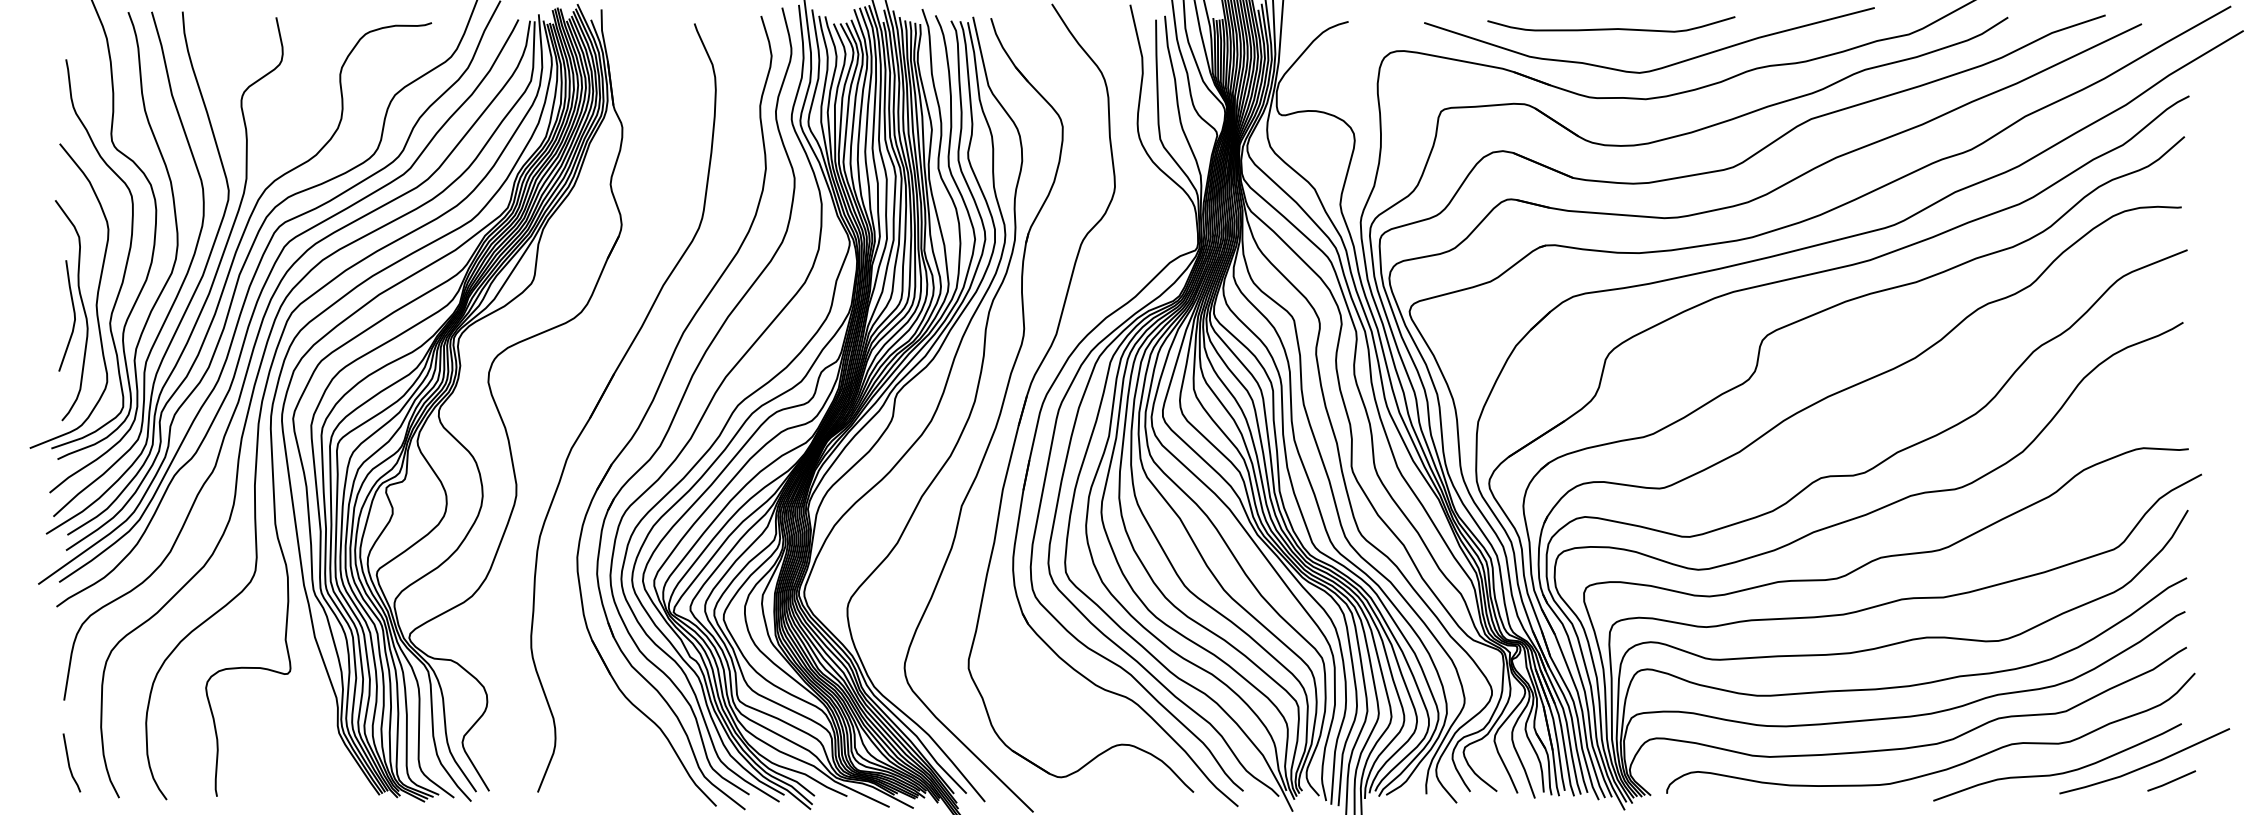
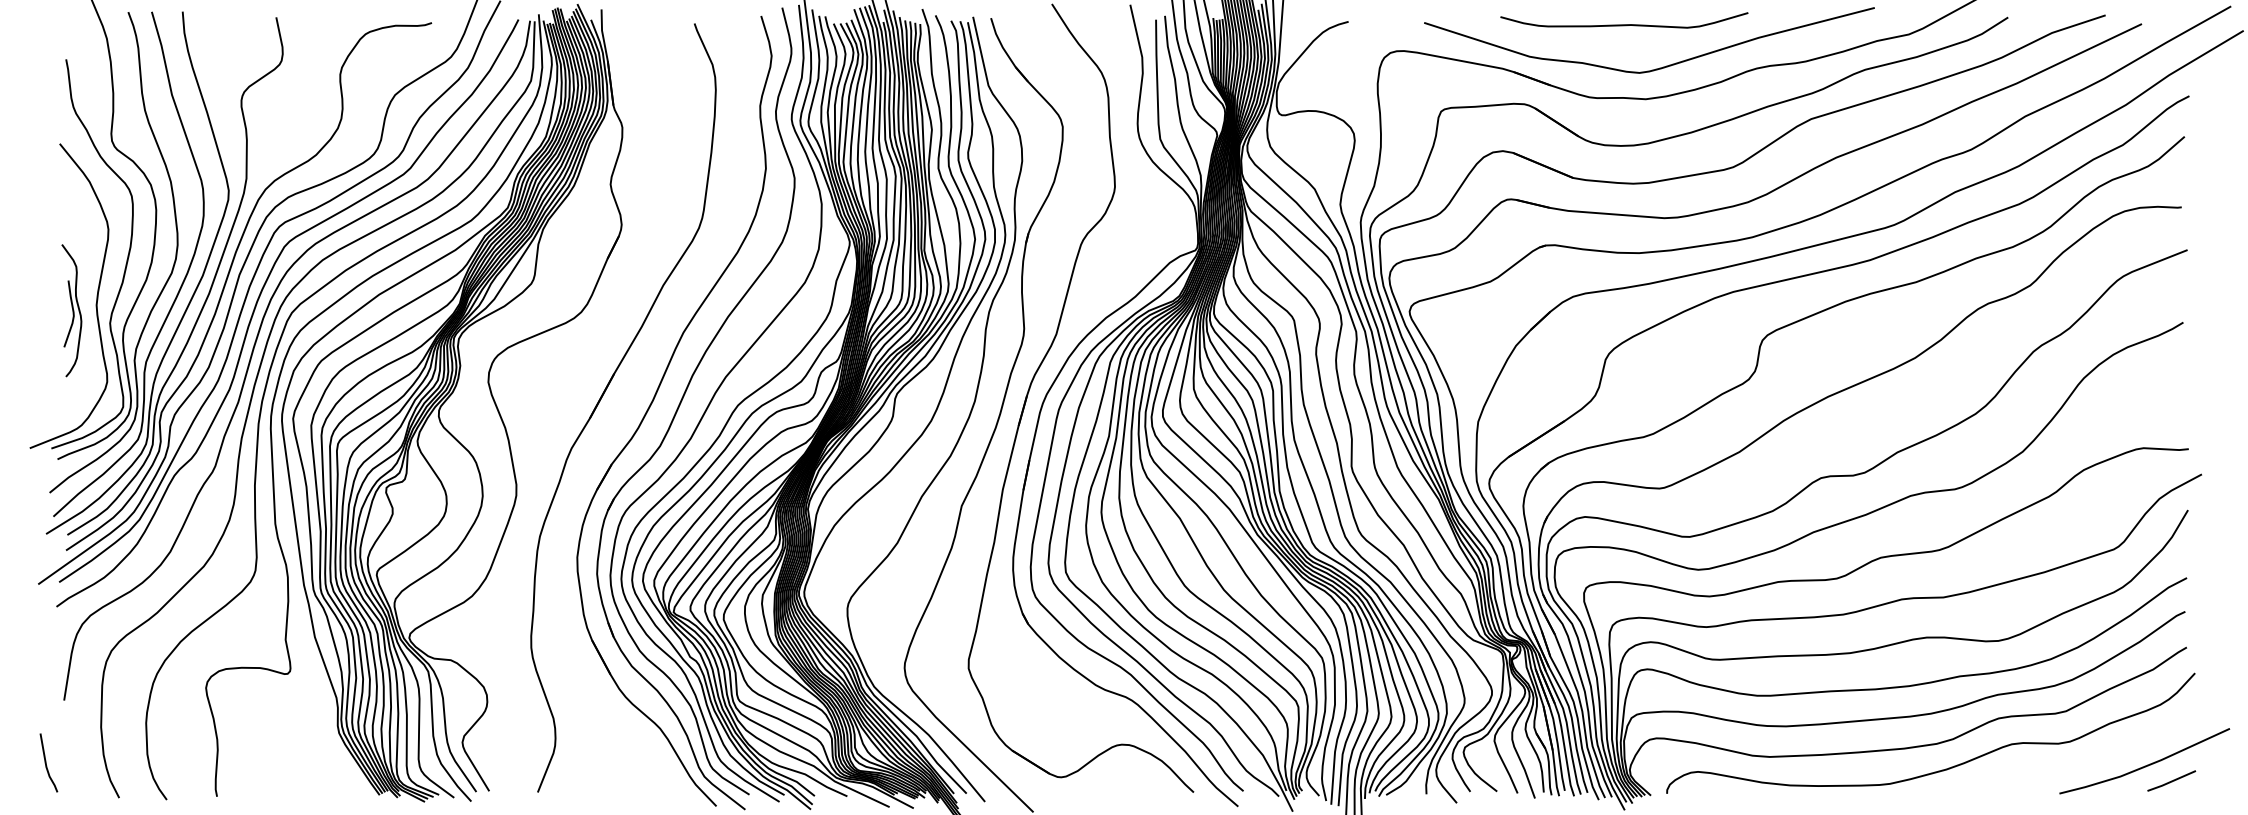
curve at (1611, 28) position: (1611, 28) -> (1624, 24)
part at (71, 310) size: 34x222 px -> 22x134 px
line at (69, 762) position: (69, 762) -> (46, 762)
curve at (2060, 772): present -> none
